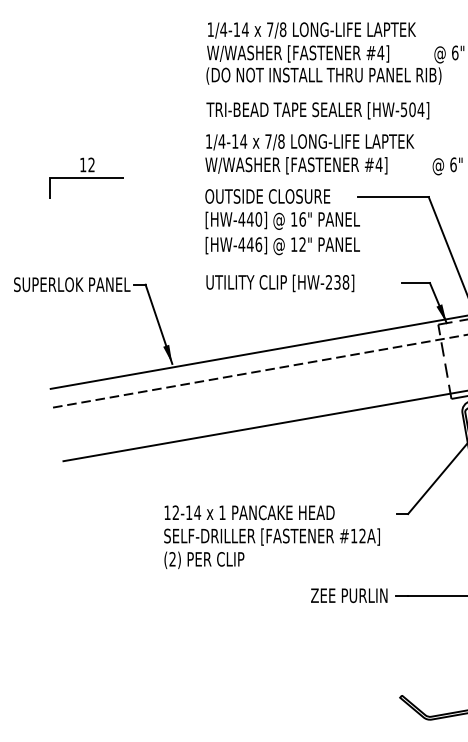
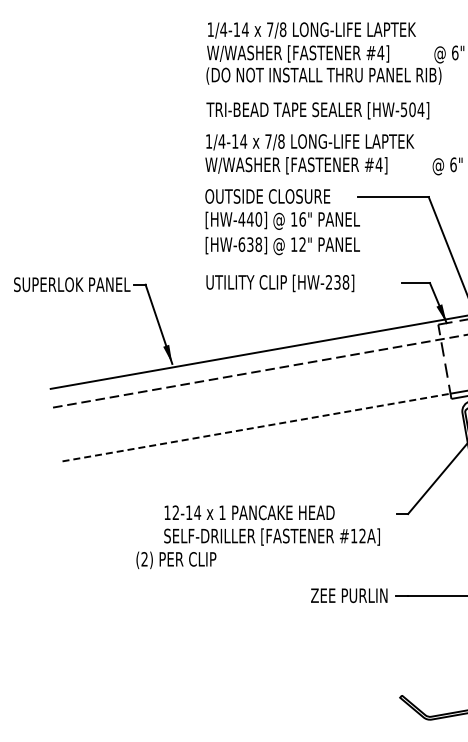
part at (86, 177): present -> none
text at (250, 244): [HW-446] -> [HW-638]
line at (256, 427): solid -> dashed
text at (204, 560) position: (204, 560) -> (176, 560)
